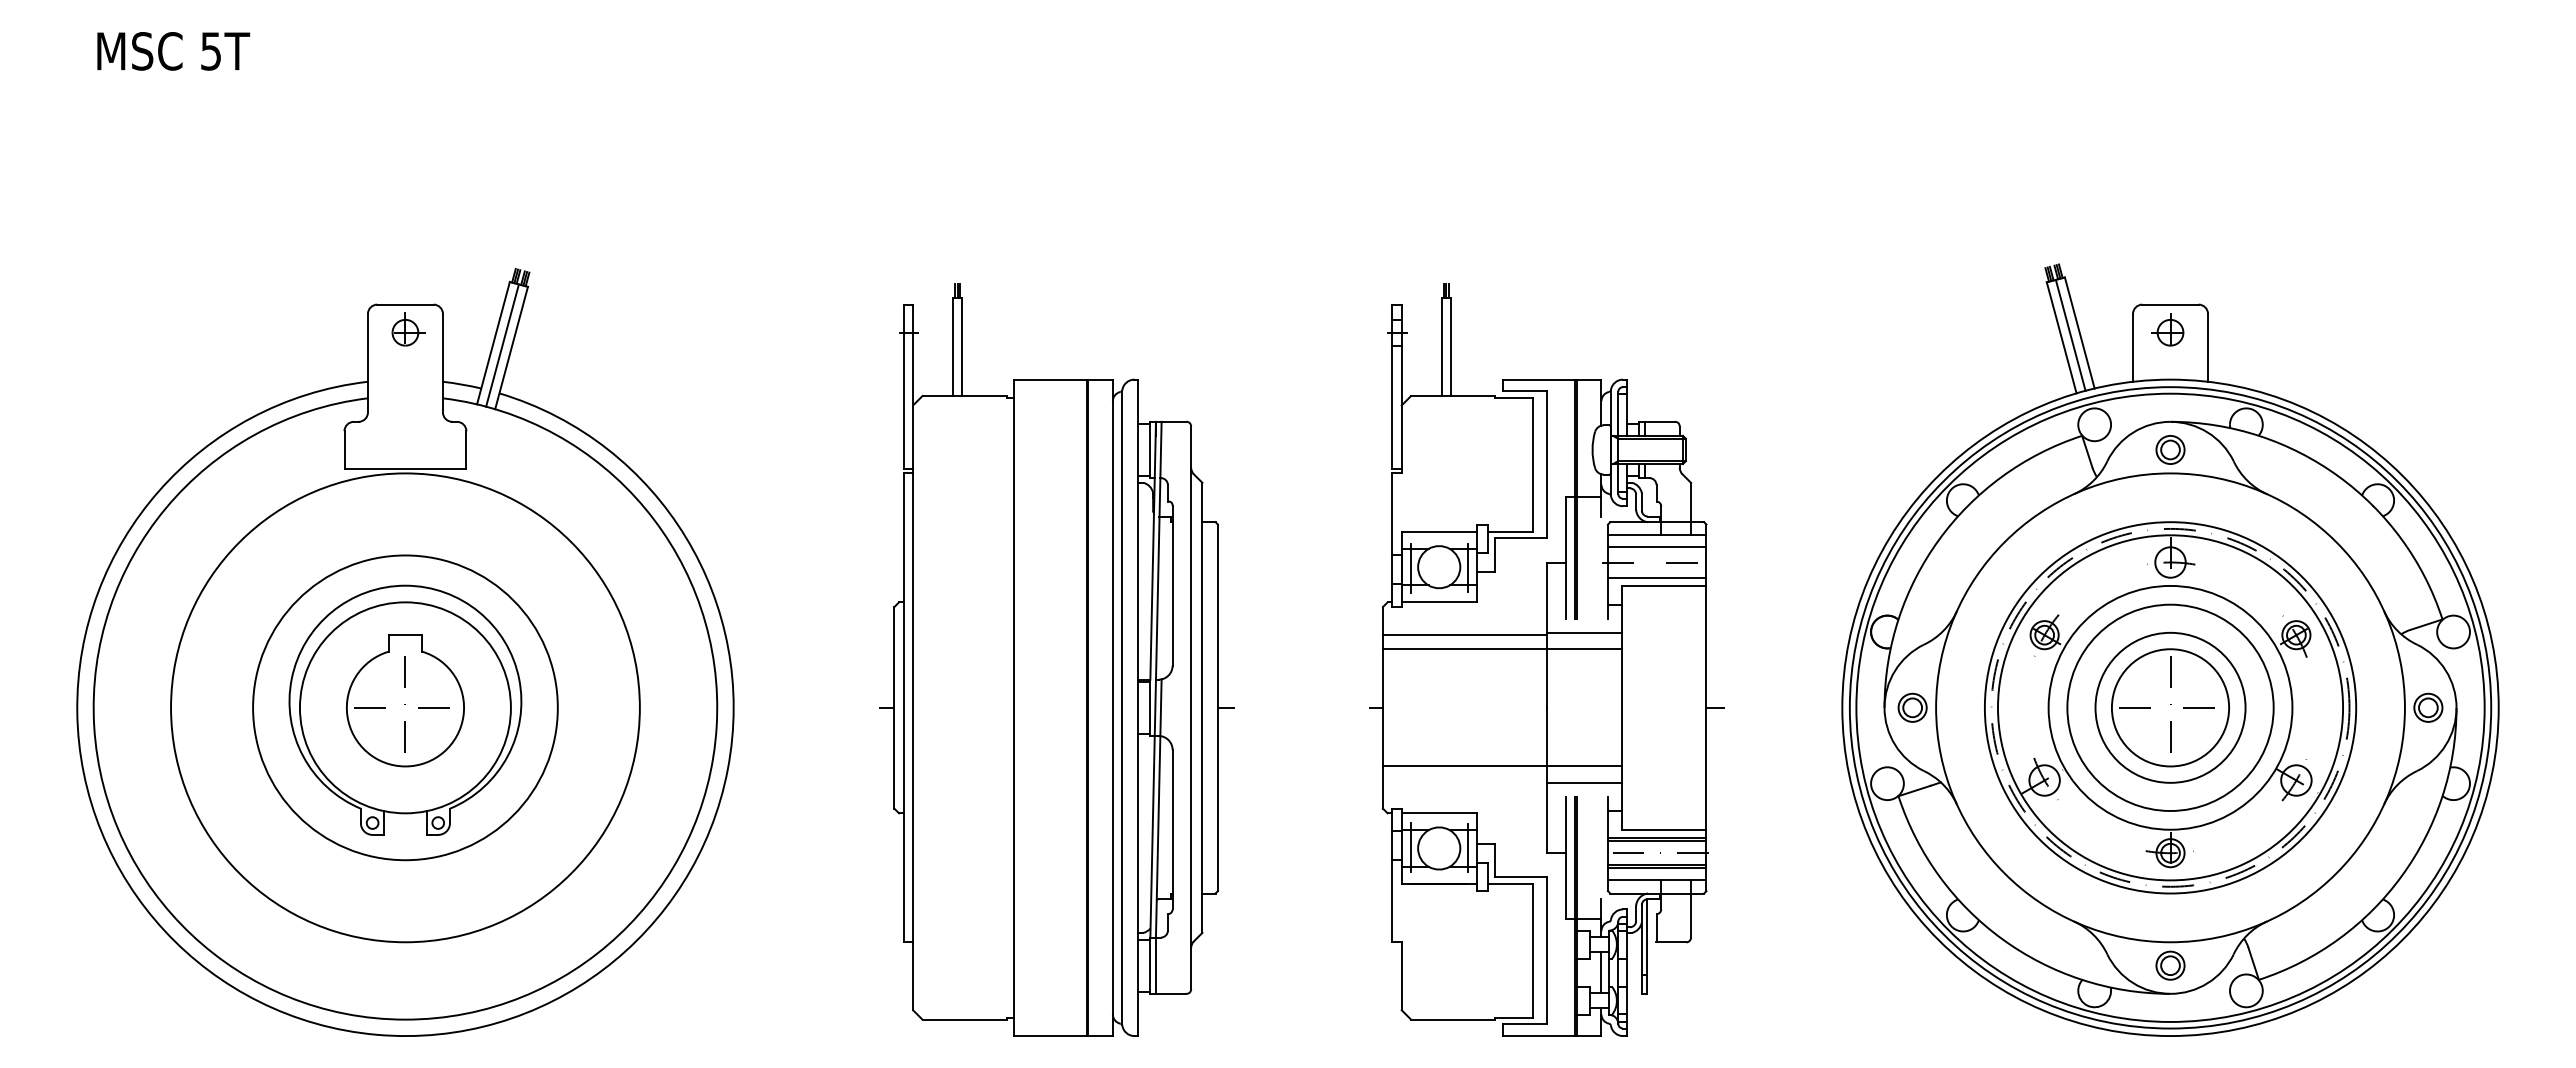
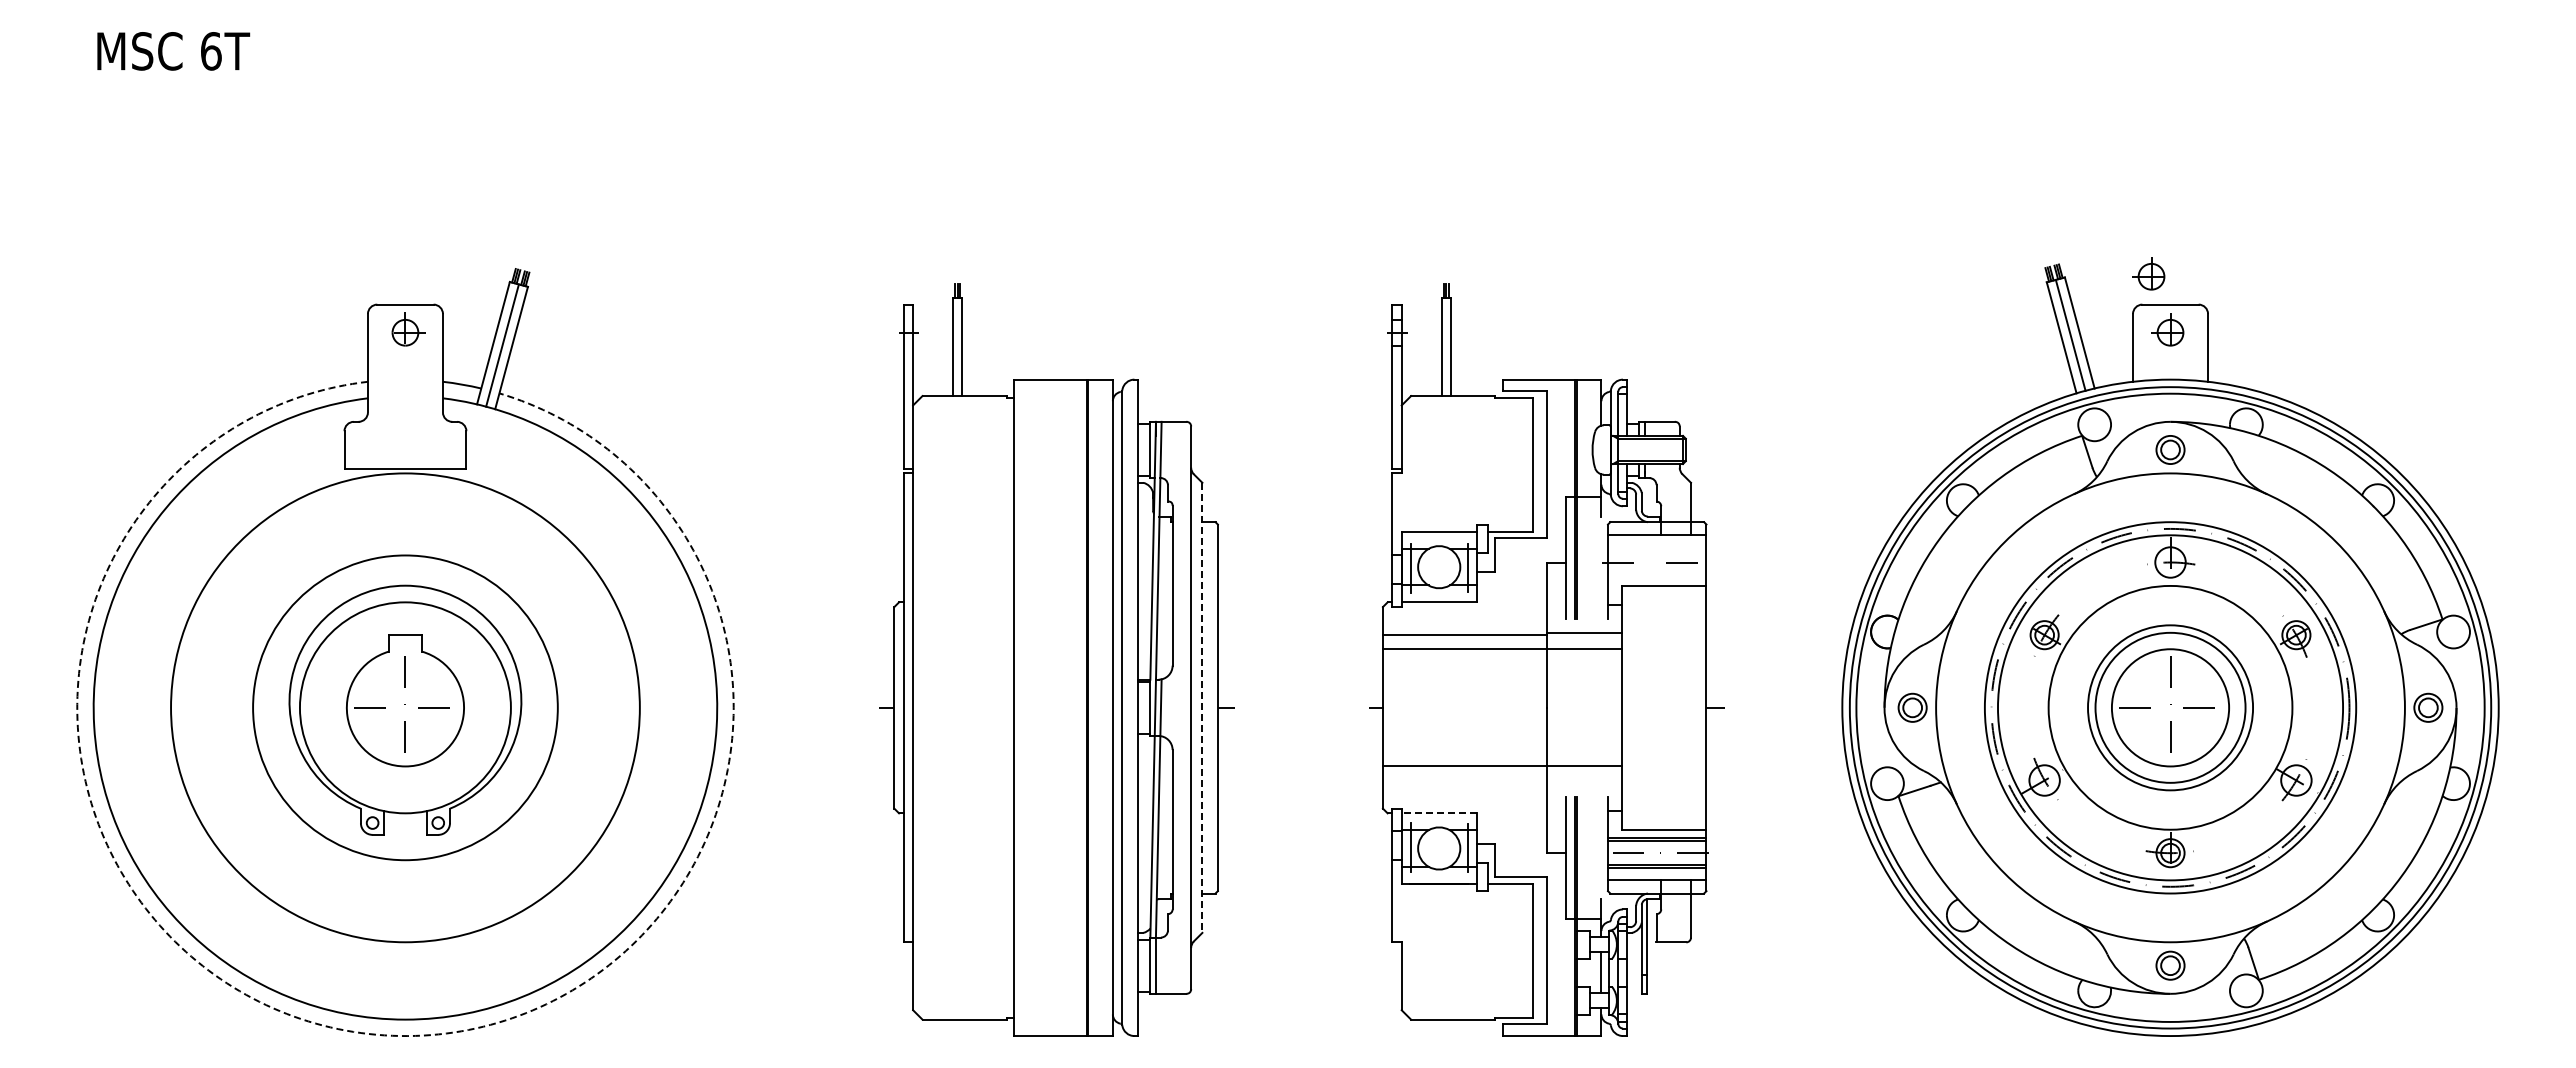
text at (211, 51): 5T -> 6T
part at (2148, 273): none -> present
line at (1657, 547): present -> none
line at (1657, 577): present -> none
circle at (2170, 707) diameter: 206 px -> 165 px
line at (1202, 708): solid -> dashed
line at (1584, 782): present -> none
line at (1439, 813): solid -> dashed
arc at (376, 1034): solid -> dashed
